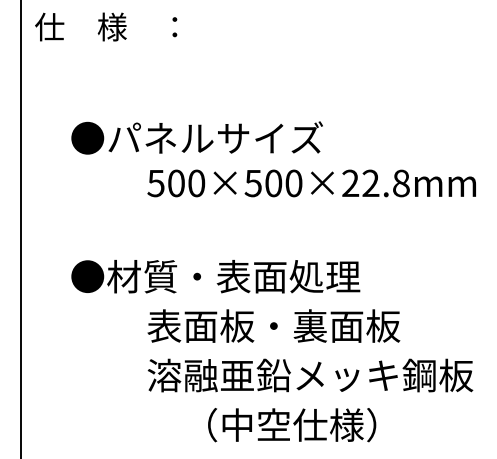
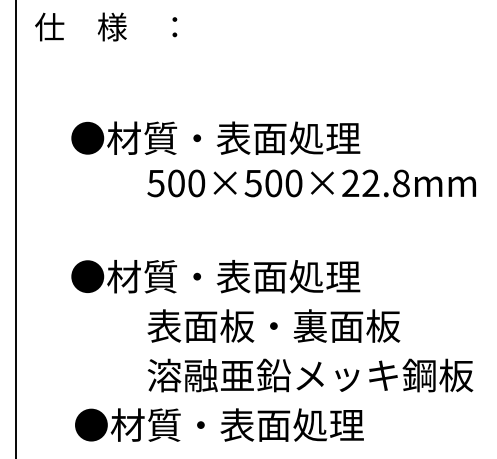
text at (233, 137): ●パネルサイズ -> ●材質・表面処理
line at (20, 228) position: (20, 228) -> (15, 228)
text at (225, 425): （中空仕様） -> ●材質・表面処理
